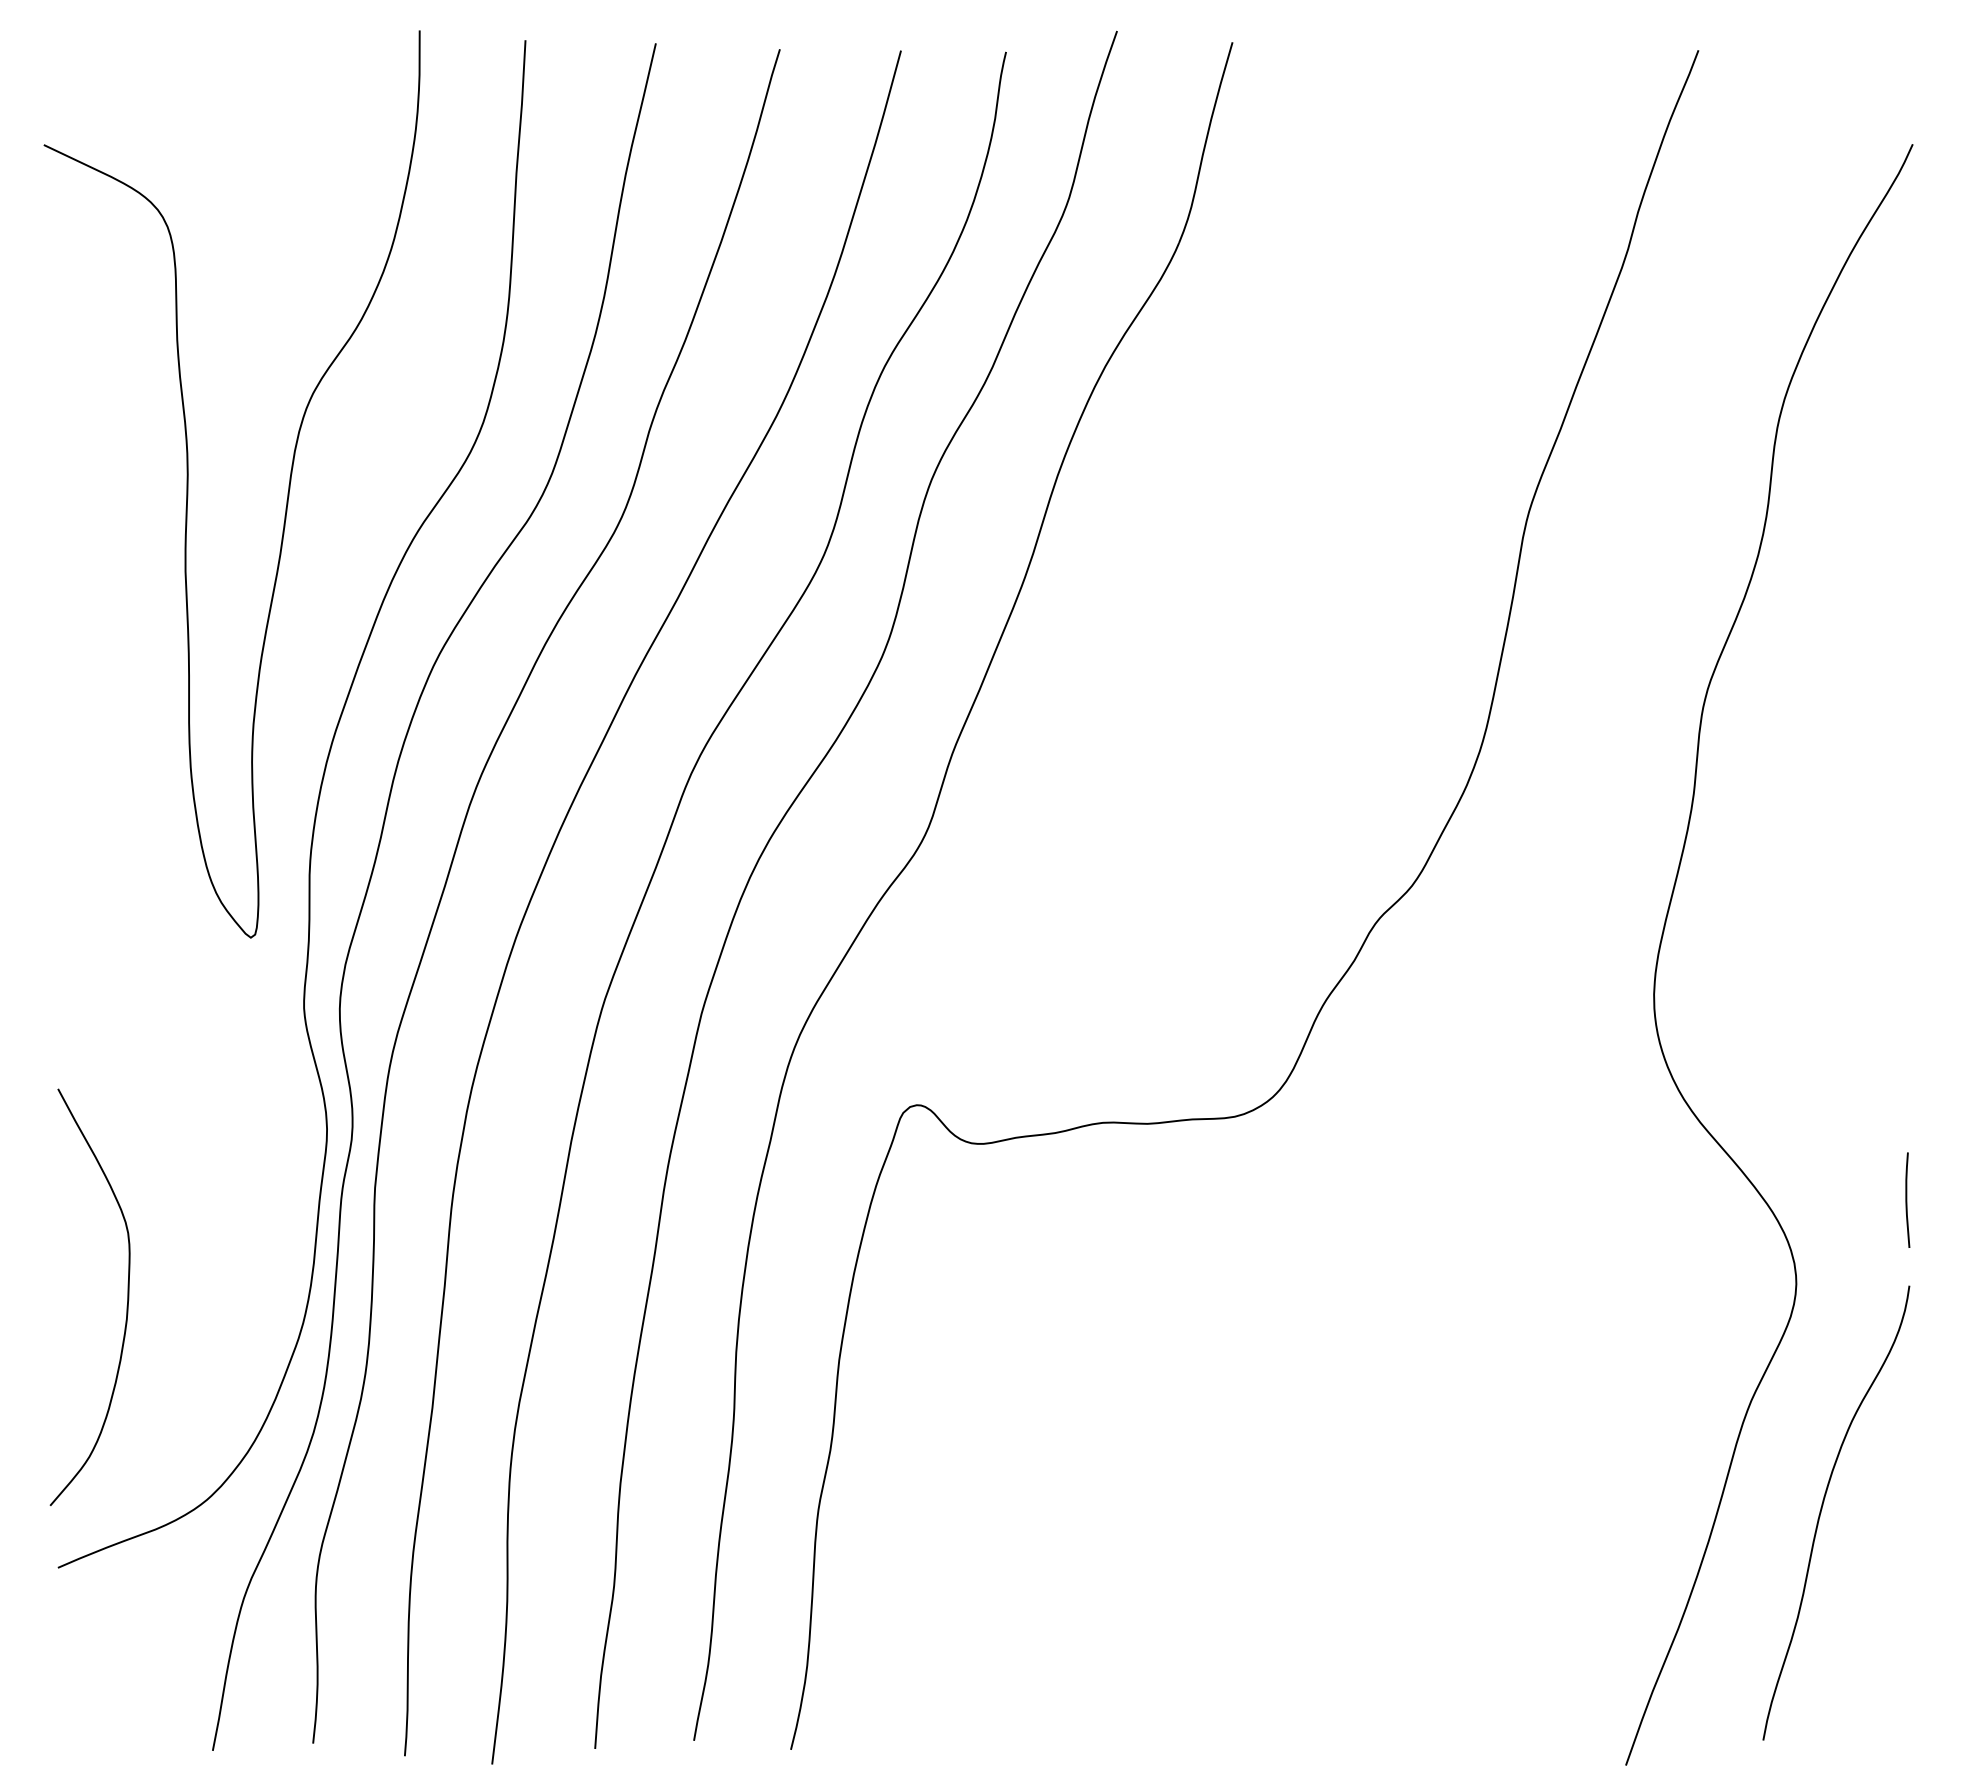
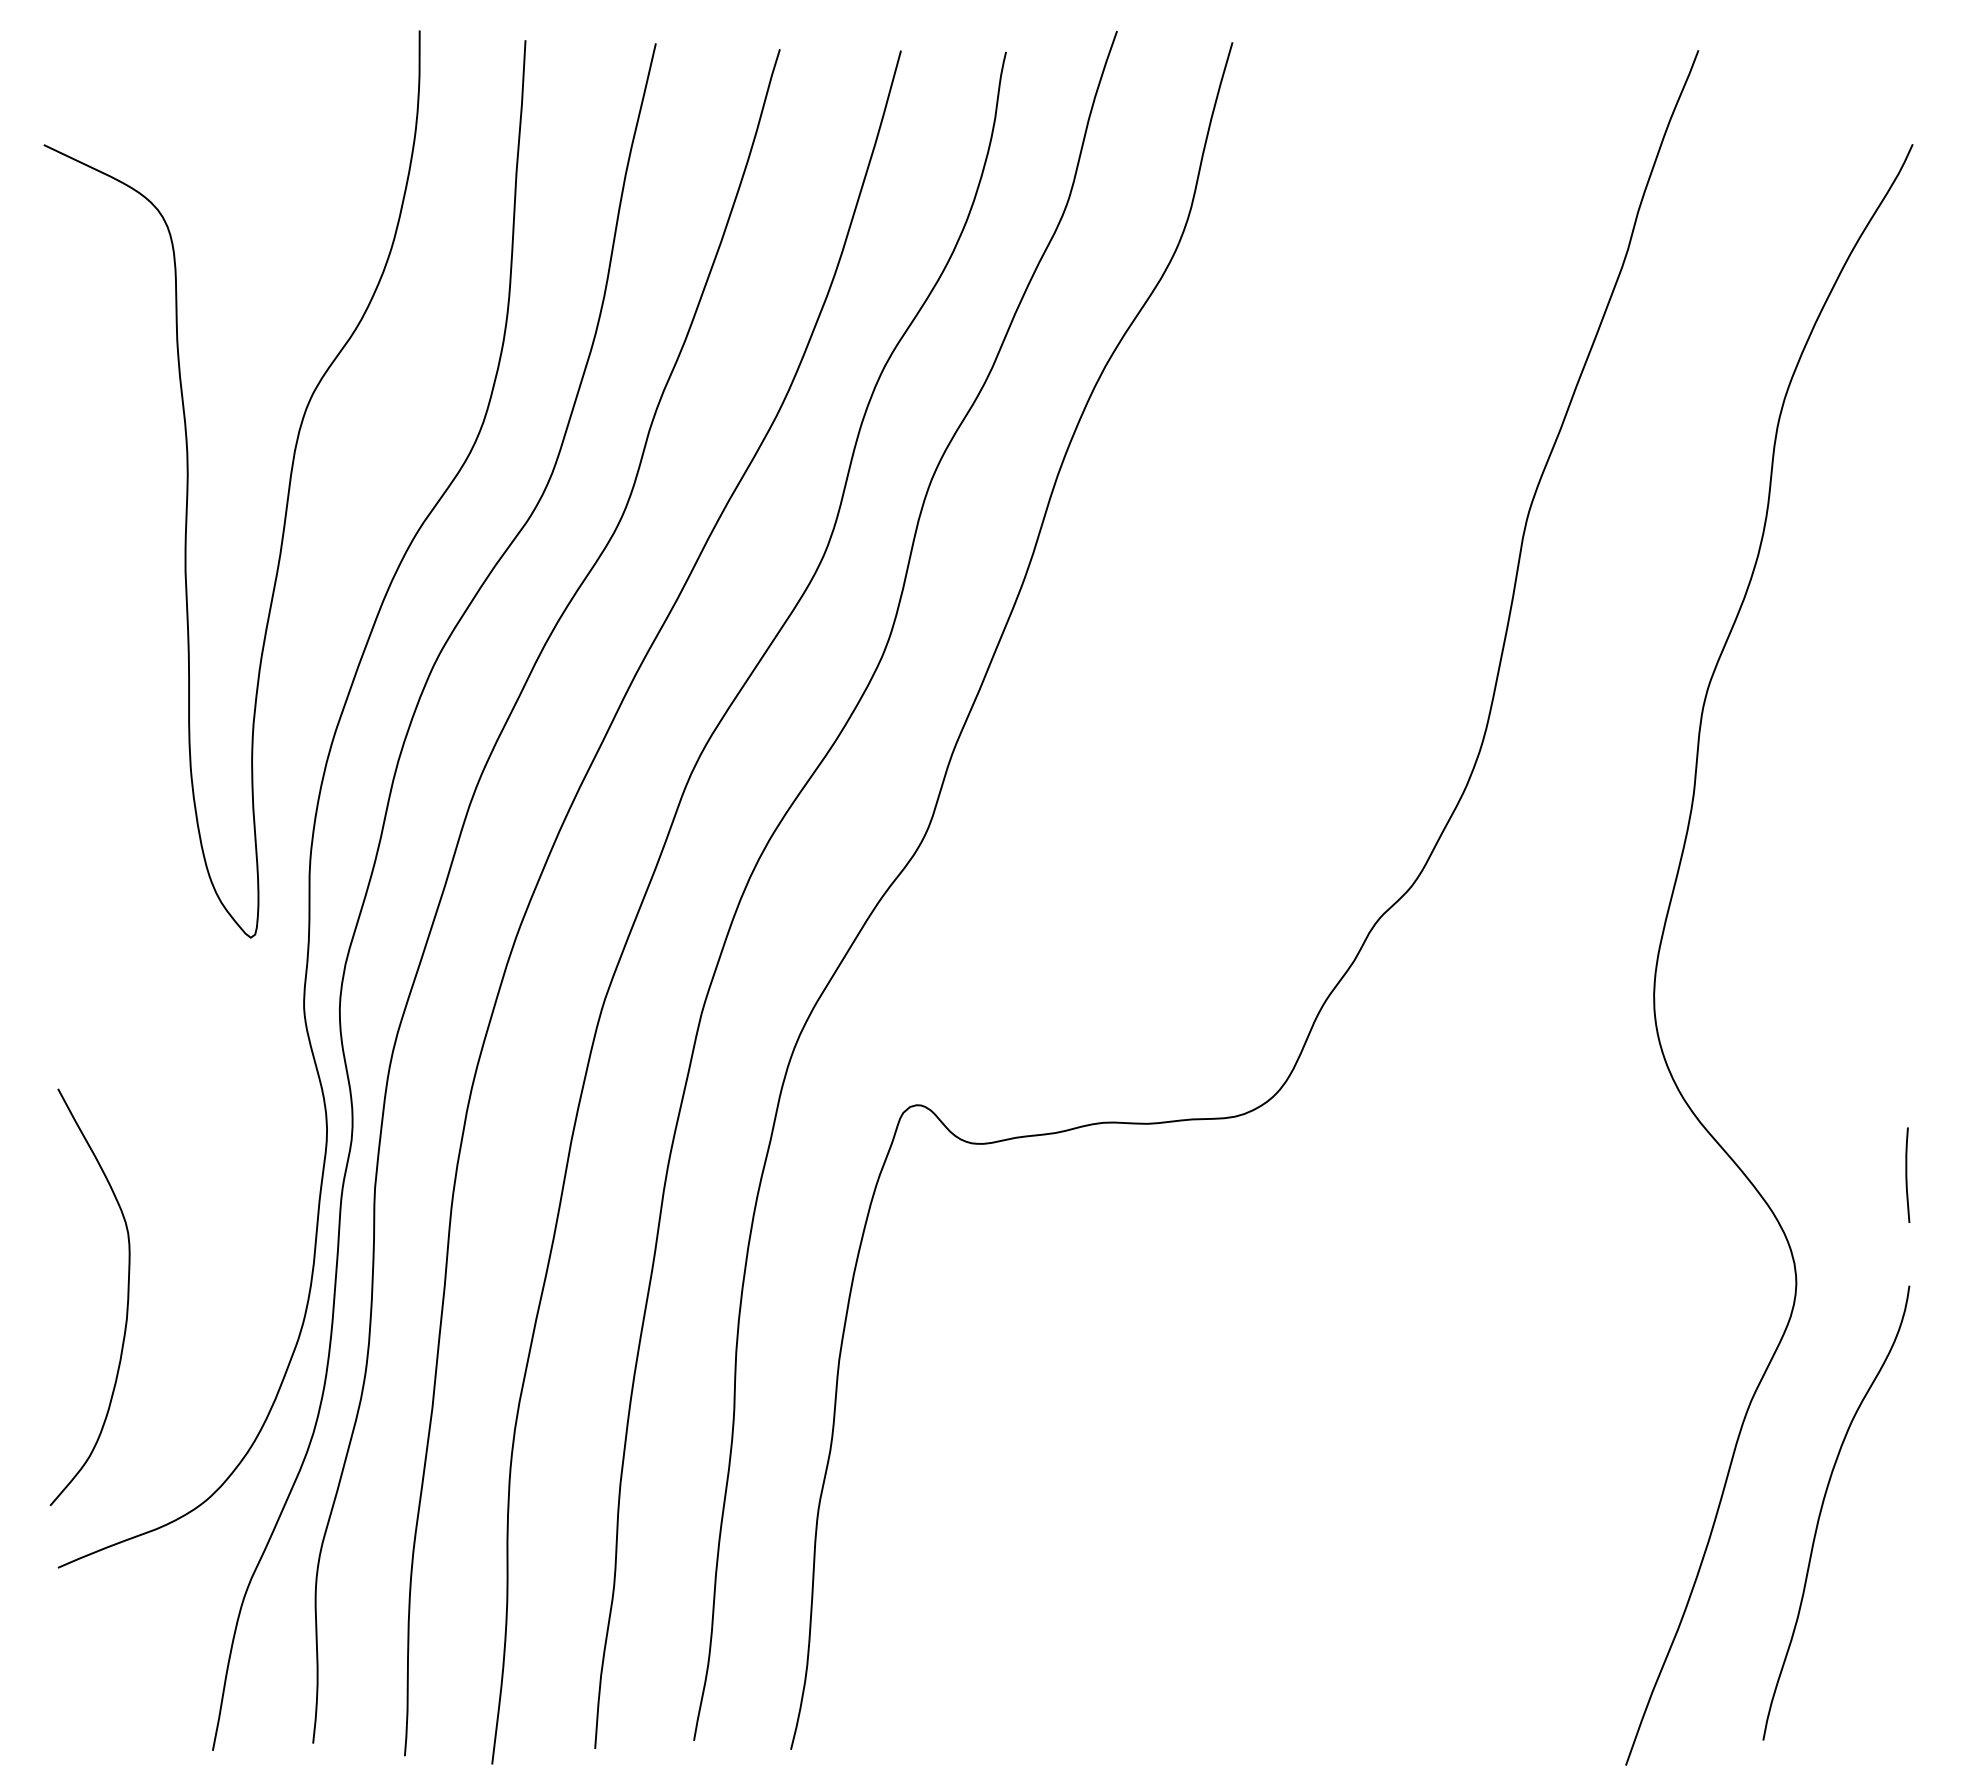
curve at (1907, 1199) position: (1907, 1199) -> (1907, 1174)
